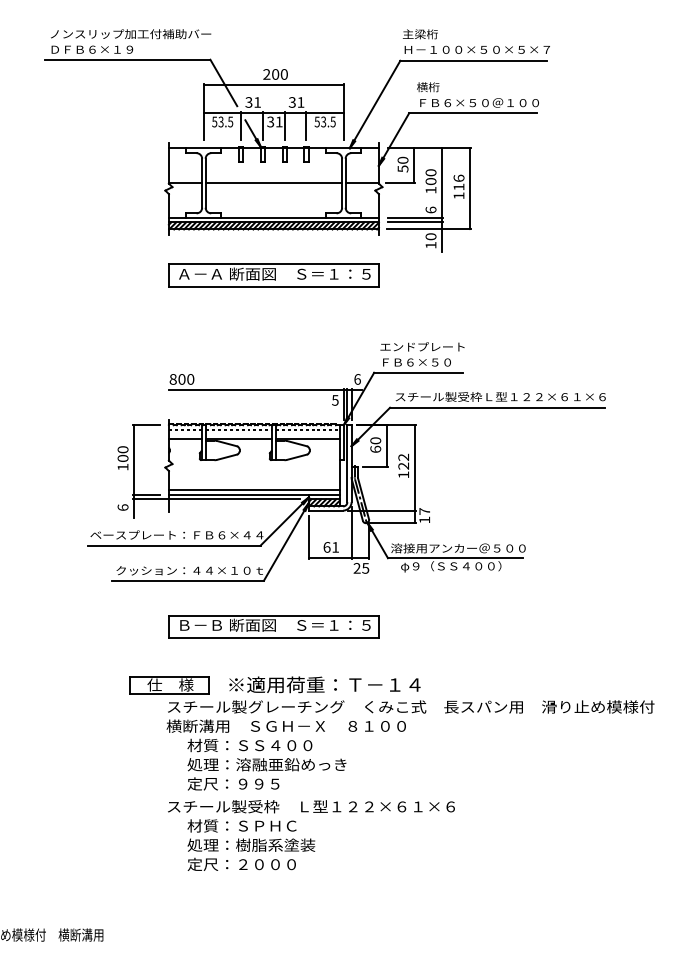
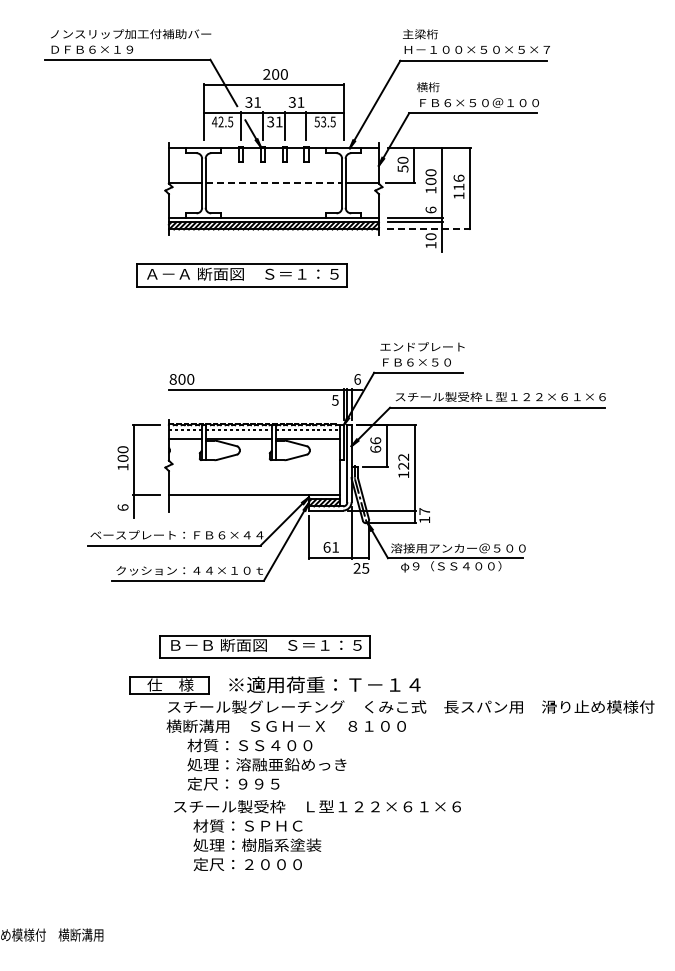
text at (217, 121): 53.5 -> 42.5
line at (274, 183): solid -> dashed
line at (429, 229): solid -> dashed
part at (273, 275) position: (273, 275) -> (241, 275)
text at (375, 440): 60 -> 66
line at (253, 490): present -> none
line at (216, 499): present -> none
part at (273, 626) position: (273, 626) -> (264, 646)
text at (311, 835) position: (311, 835) -> (317, 835)
